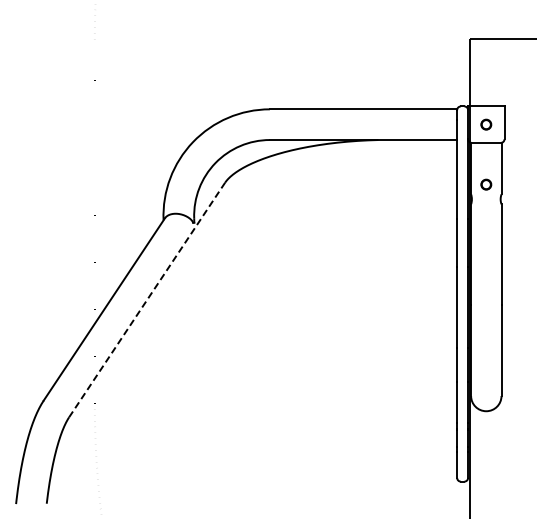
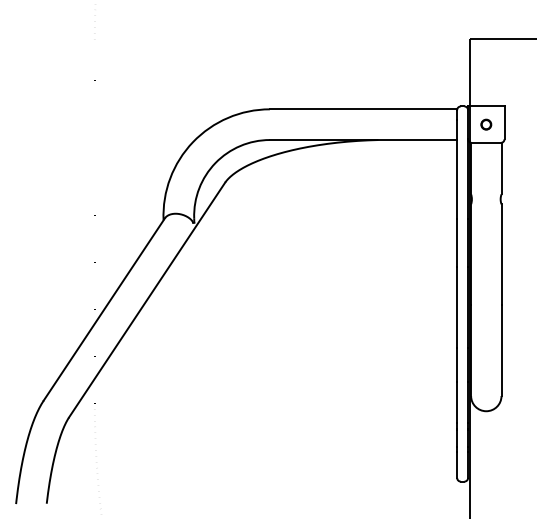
circle at (486, 184): present -> none
line at (147, 300): dashed -> solid
